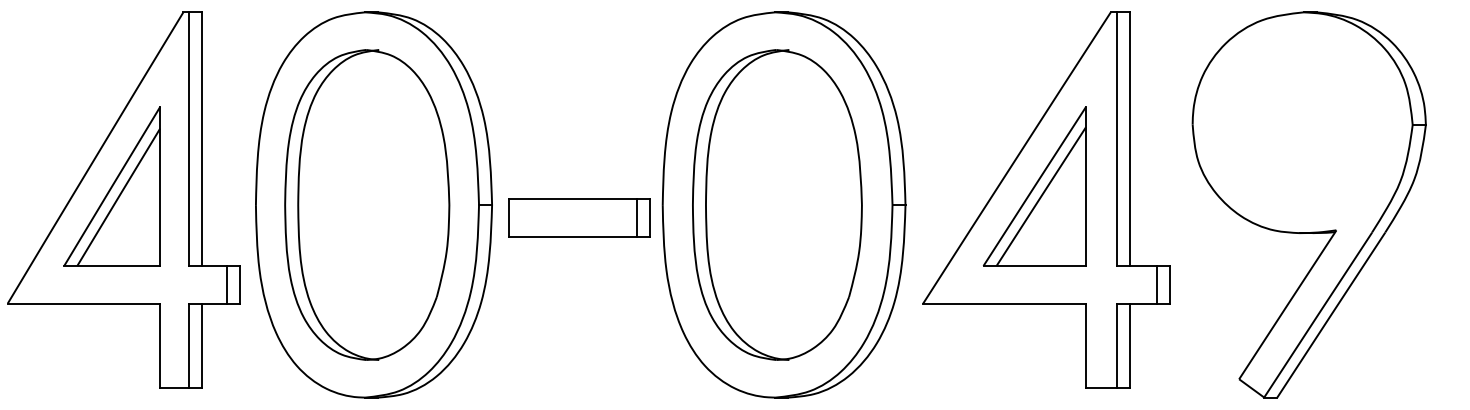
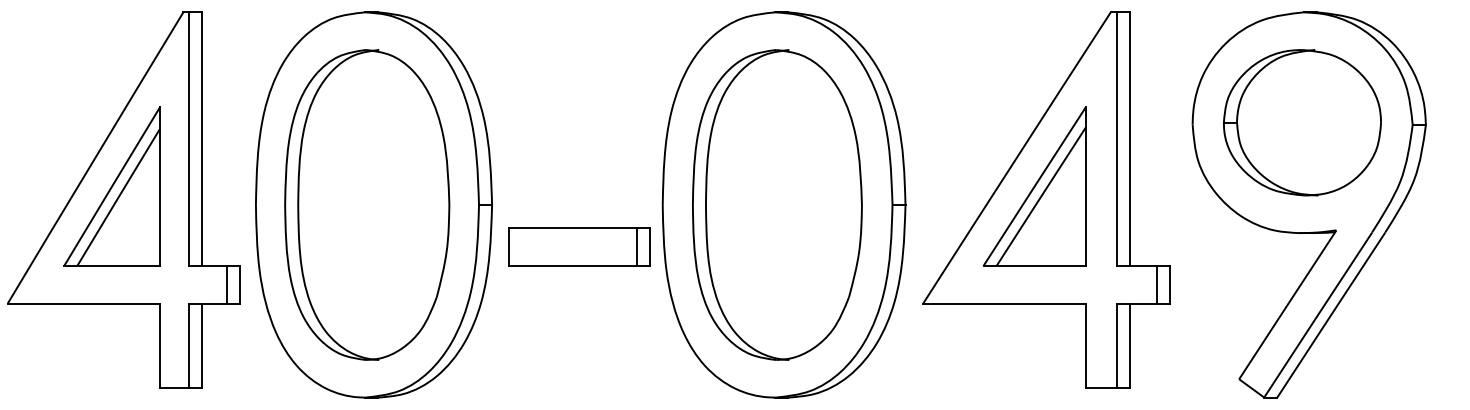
part at (1302, 122): none -> present
part at (579, 217) position: (579, 217) -> (579, 246)
